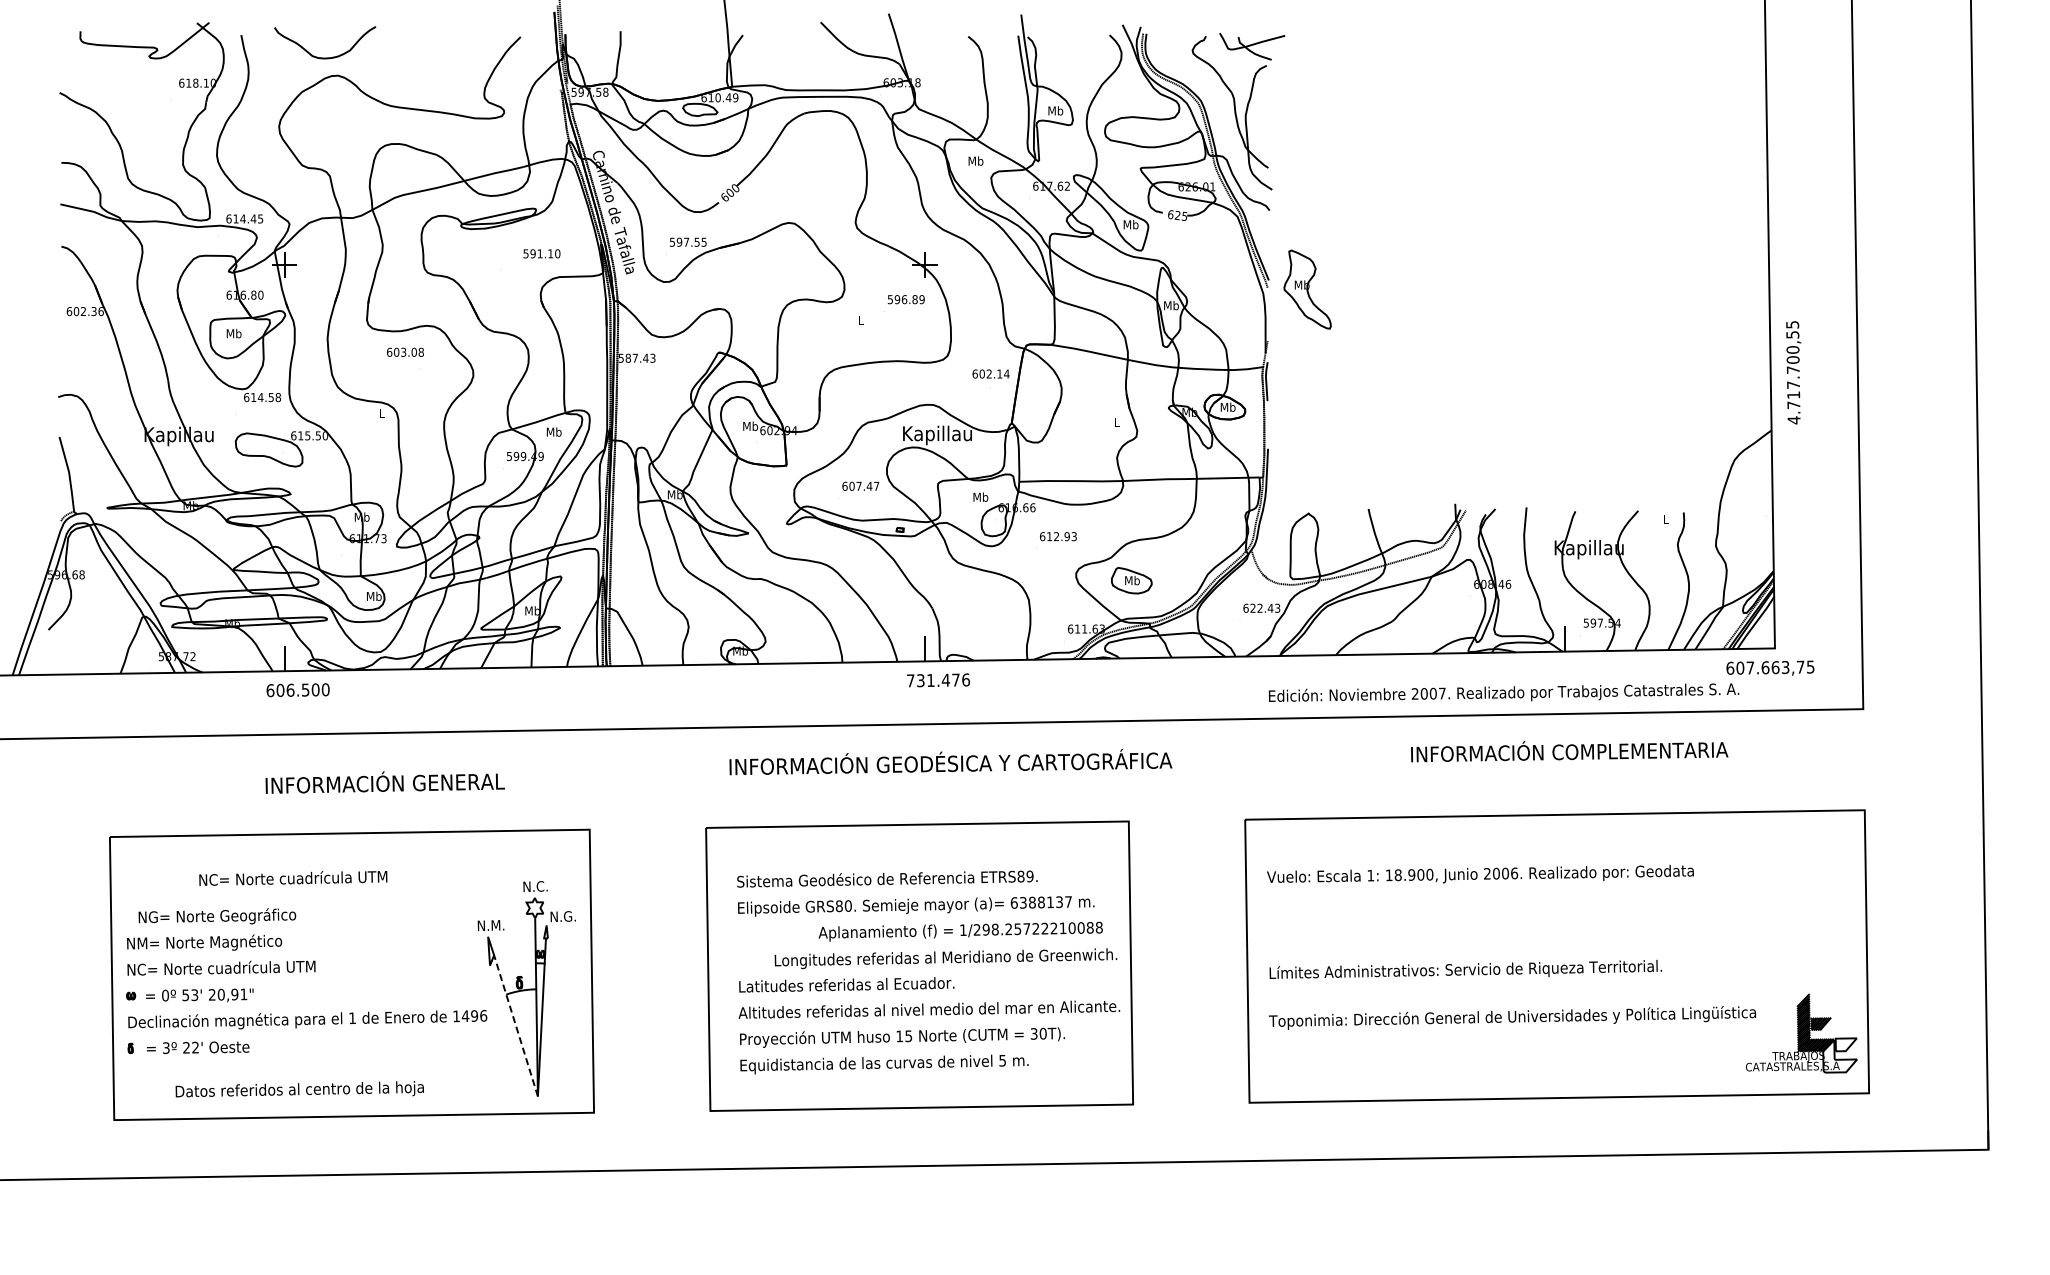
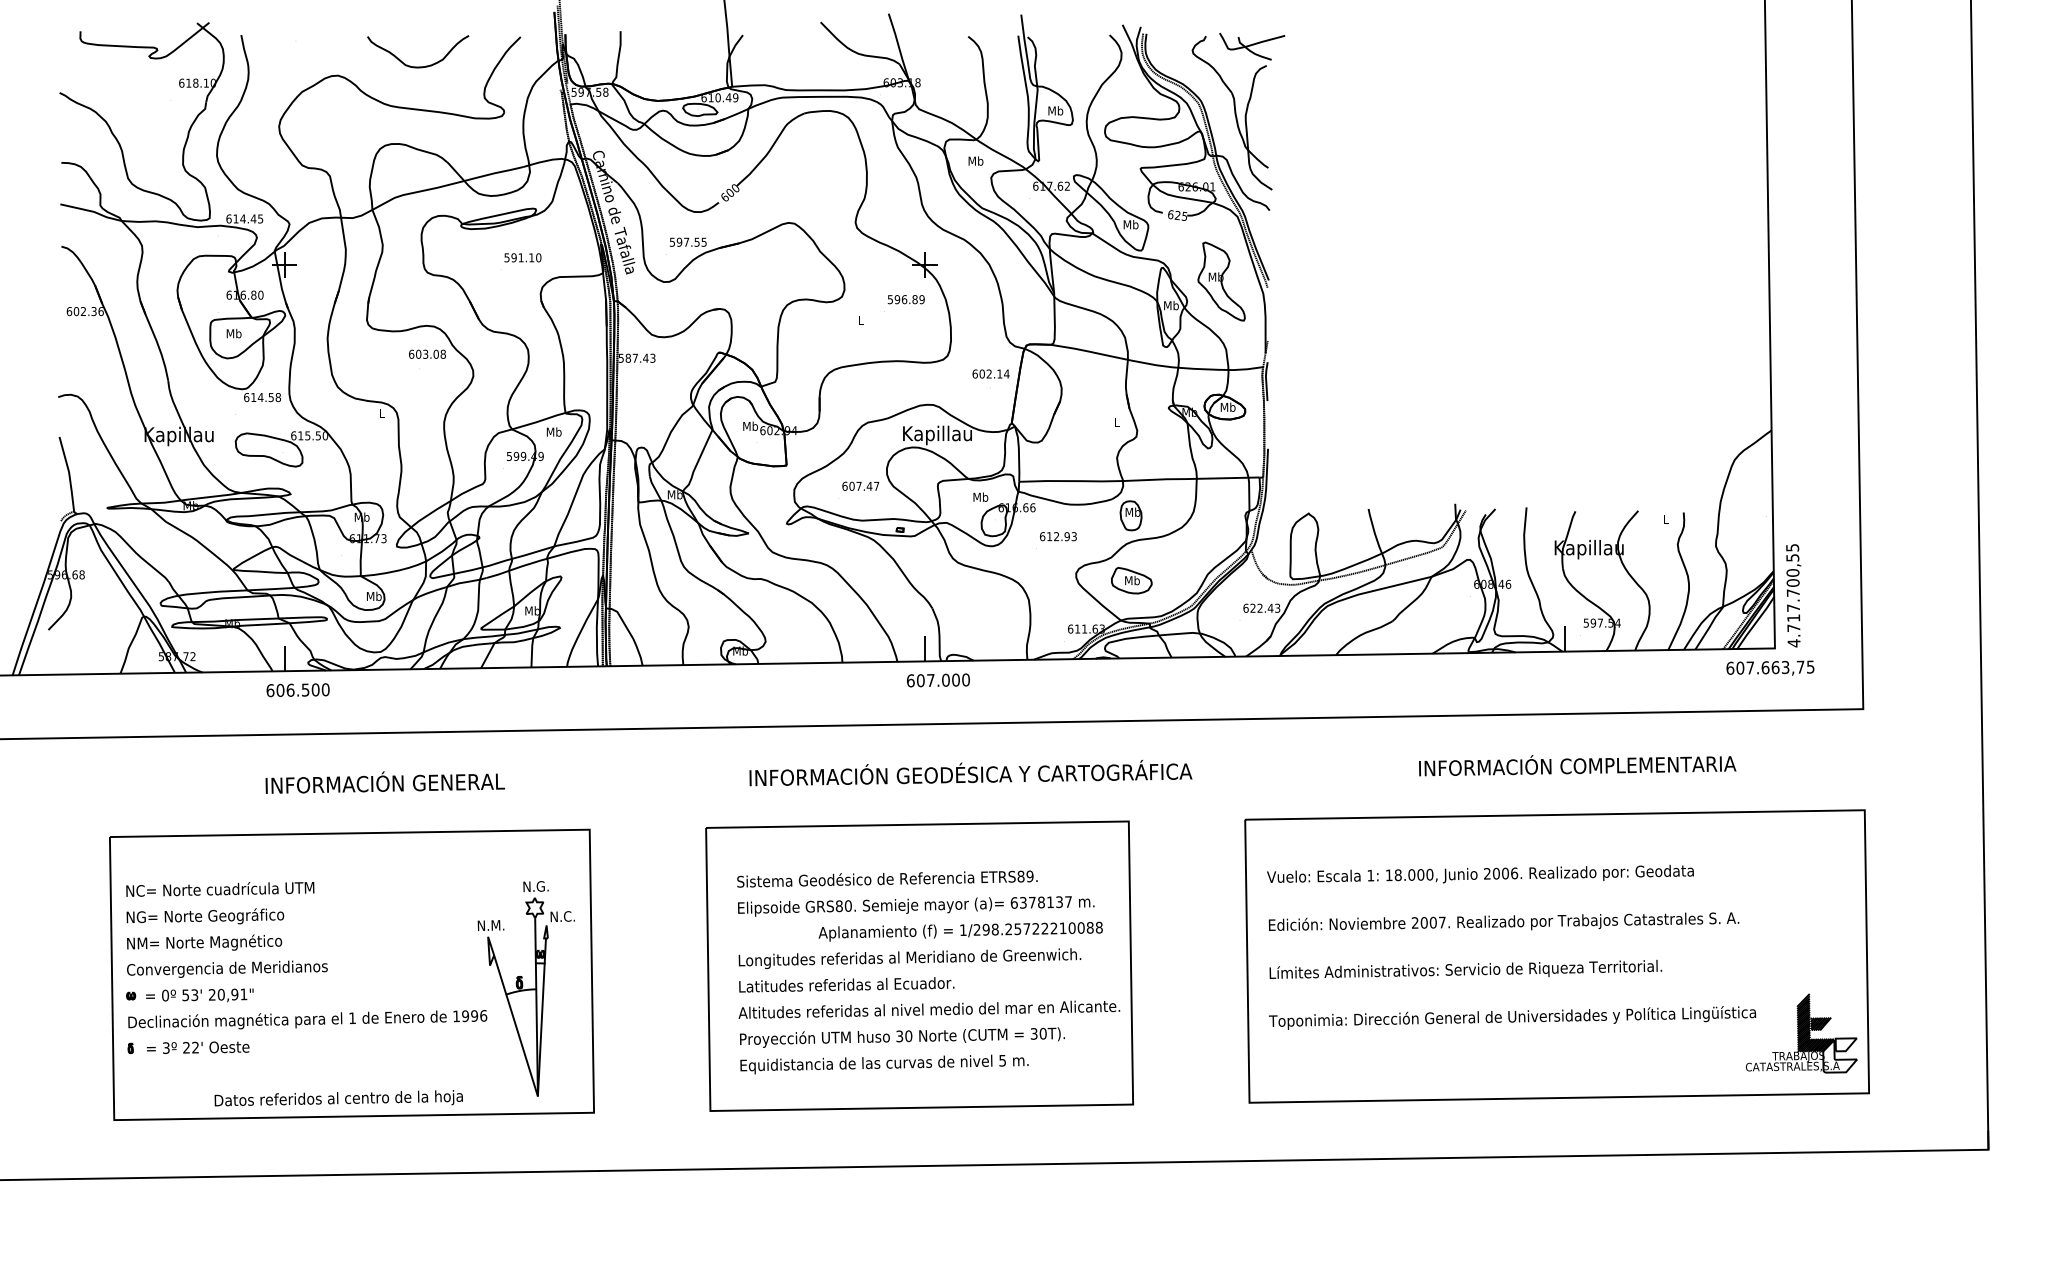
curve at (325, 57) position: (325, 57) -> (418, 66)
text at (541, 253) position: (541, 253) -> (522, 257)
part at (1307, 289) position: (1307, 289) -> (1221, 281)
text at (405, 351) position: (405, 351) -> (427, 353)
text at (1793, 372) position: (1793, 372) -> (1793, 595)
part at (1130, 515): none -> present
text at (938, 680): 731.476 -> 607.000
text at (1503, 692) position: (1503, 692) -> (1503, 921)
text at (1569, 751) position: (1569, 751) -> (1577, 765)
text at (950, 762) position: (950, 762) -> (970, 773)
text at (1411, 874): 18.900, -> 18.000,
text at (293, 878) position: (293, 878) -> (220, 889)
text at (544, 886): N.C. -> N.G.
text at (1032, 902): 6388137 -> 6378137
text at (217, 916) position: (217, 916) -> (205, 916)
text at (571, 916): N.G. -> N.C.
text at (945, 958) position: (945, 958) -> (909, 958)
text at (227, 968): NC= Norte cuadrícula UTM -> Convergencia de Meridianos
text at (465, 1016): 1496 -> 1996
line at (516, 1025): dashed -> solid
text at (904, 1036): 15 -> 30
text at (299, 1089) position: (299, 1089) -> (338, 1098)
